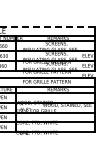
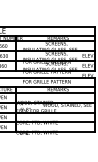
line at (47, 26): dashed -> solid
